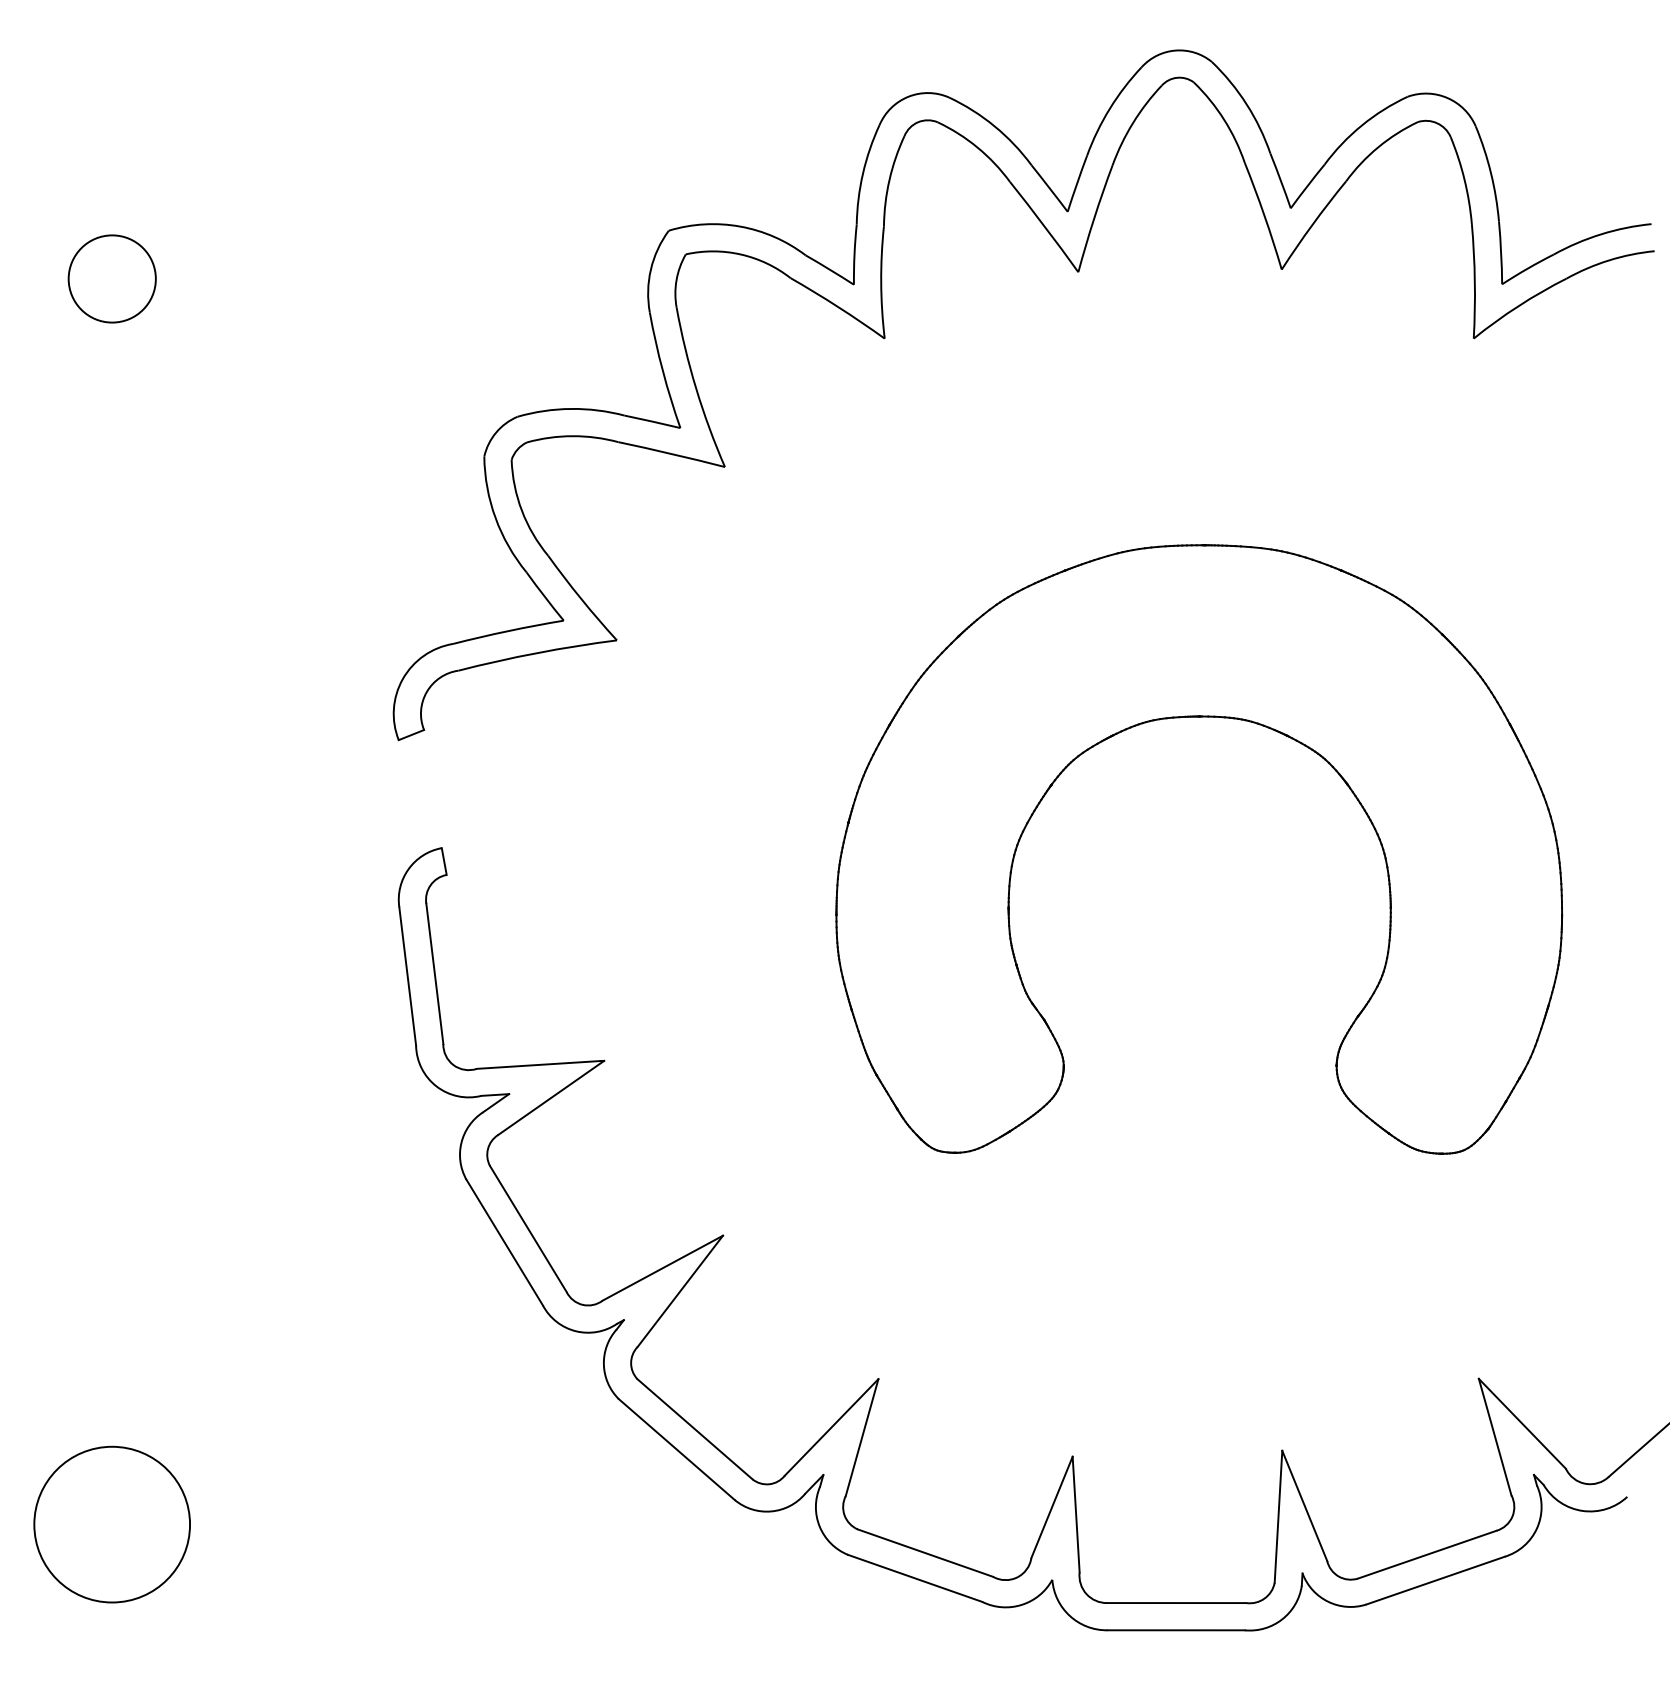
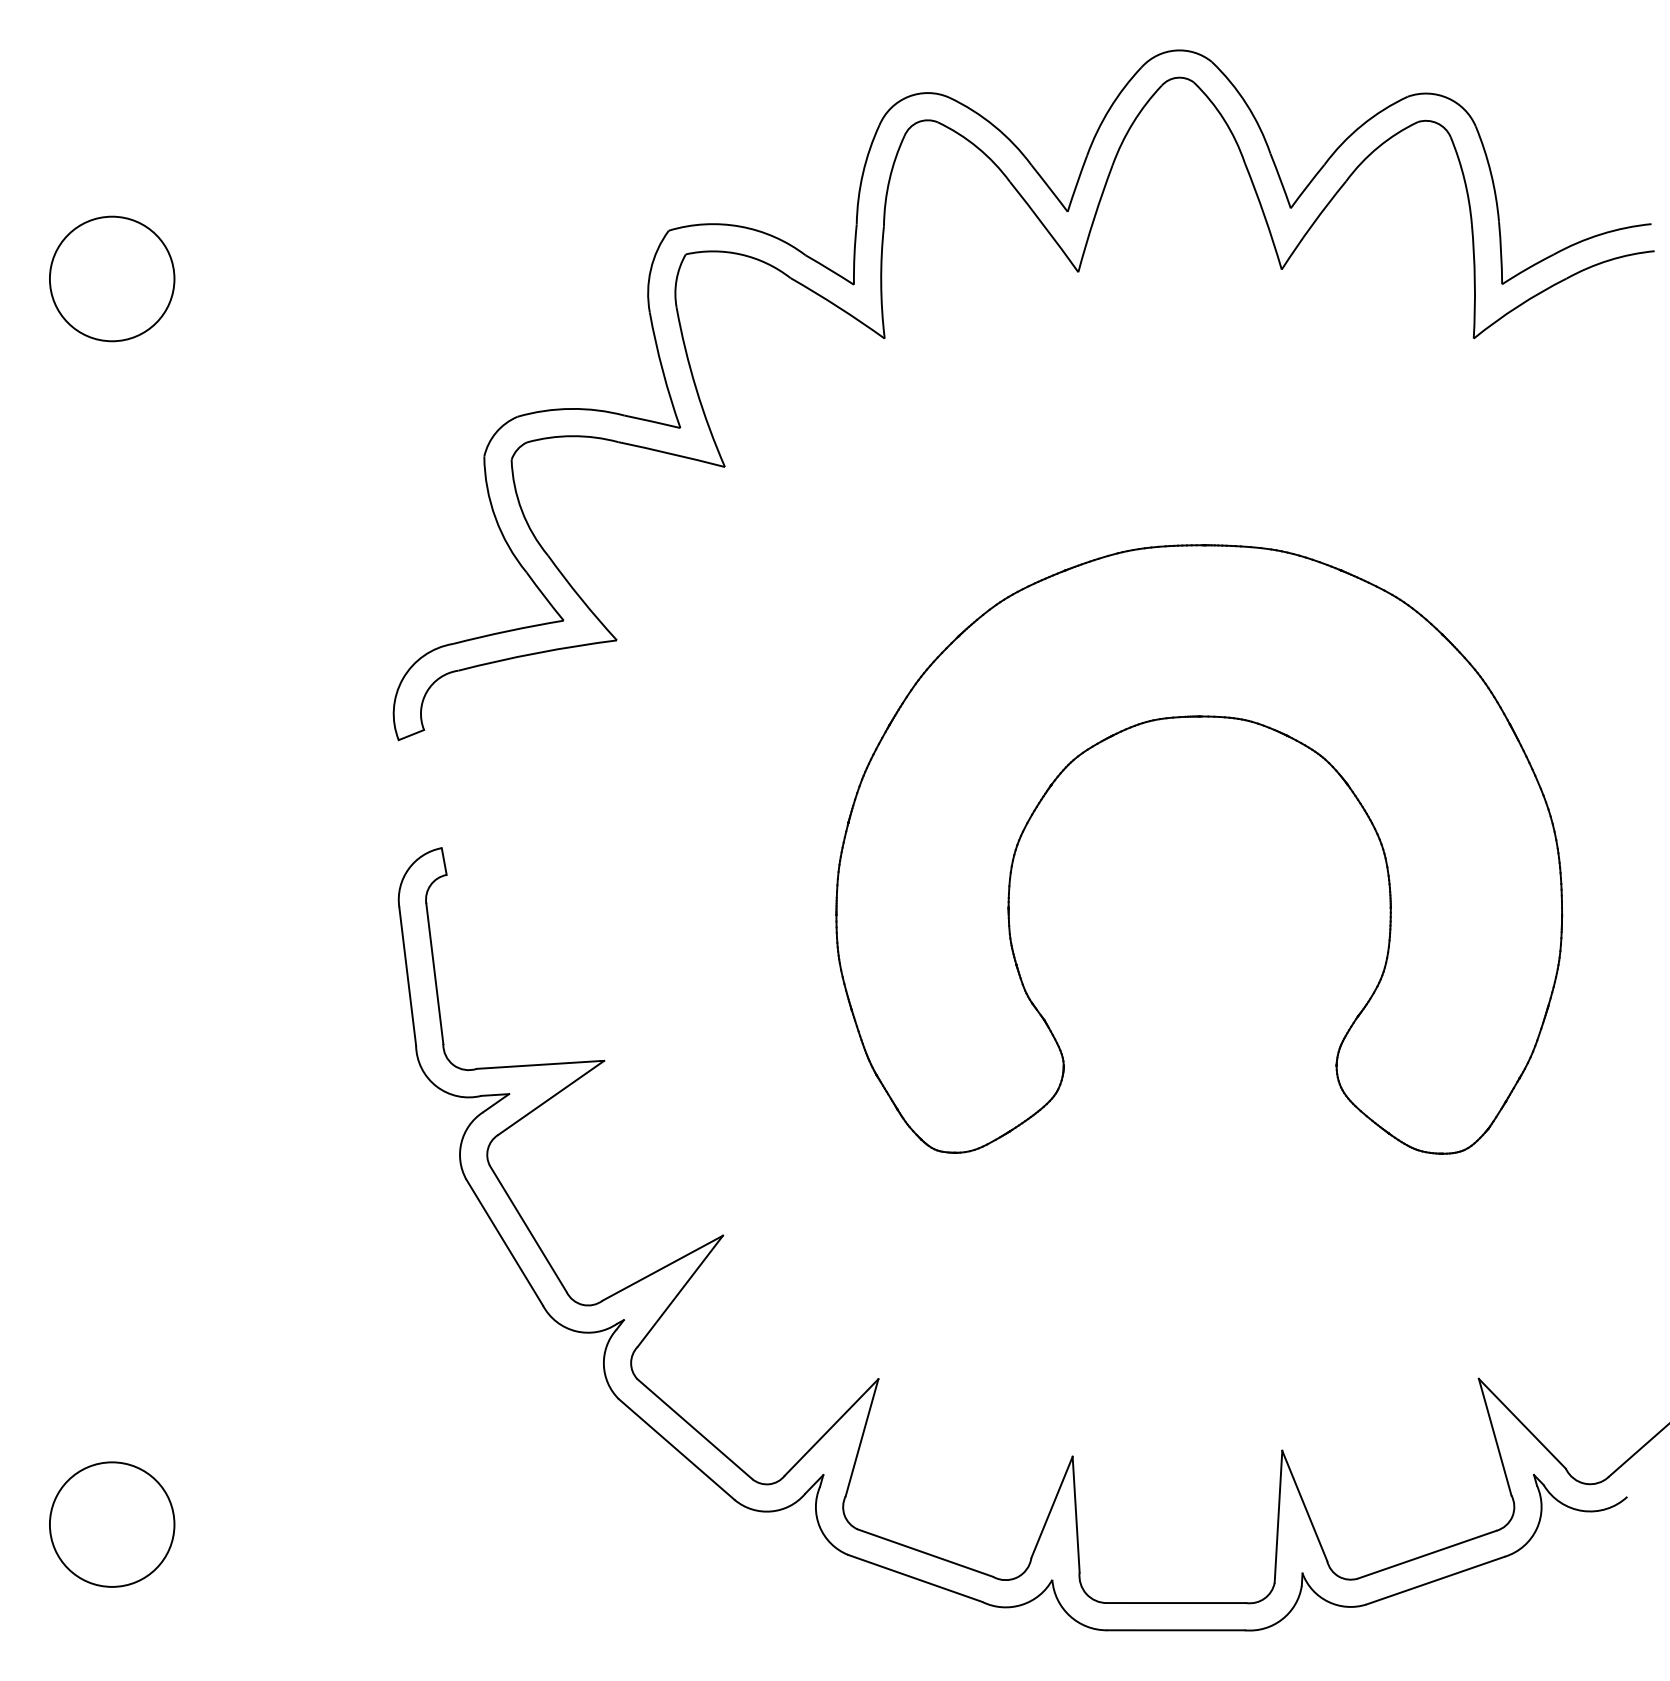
circle at (111, 278) size: 90x90 px -> 127x128 px
circle at (112, 1524) diameter: 156 px -> 125 px
